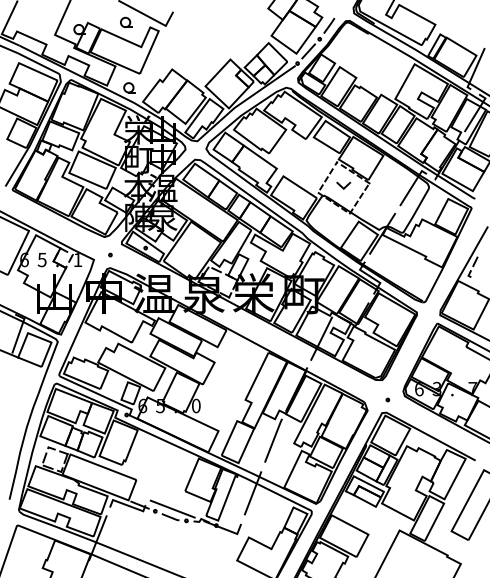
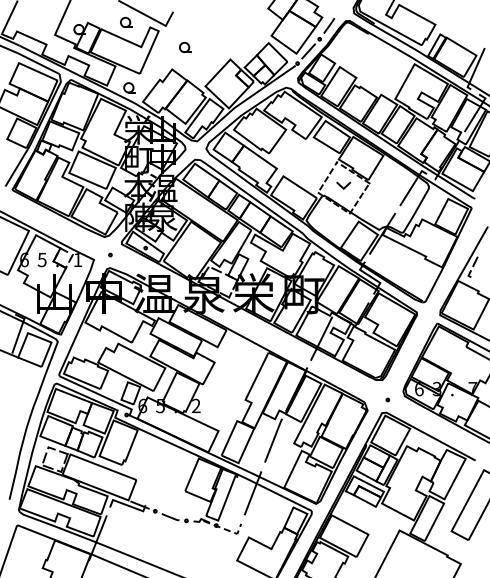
part at (185, 47): none -> present
text at (195, 406): 0 -> 2
line at (172, 508): present -> none
line at (226, 529): solid -> dashed
